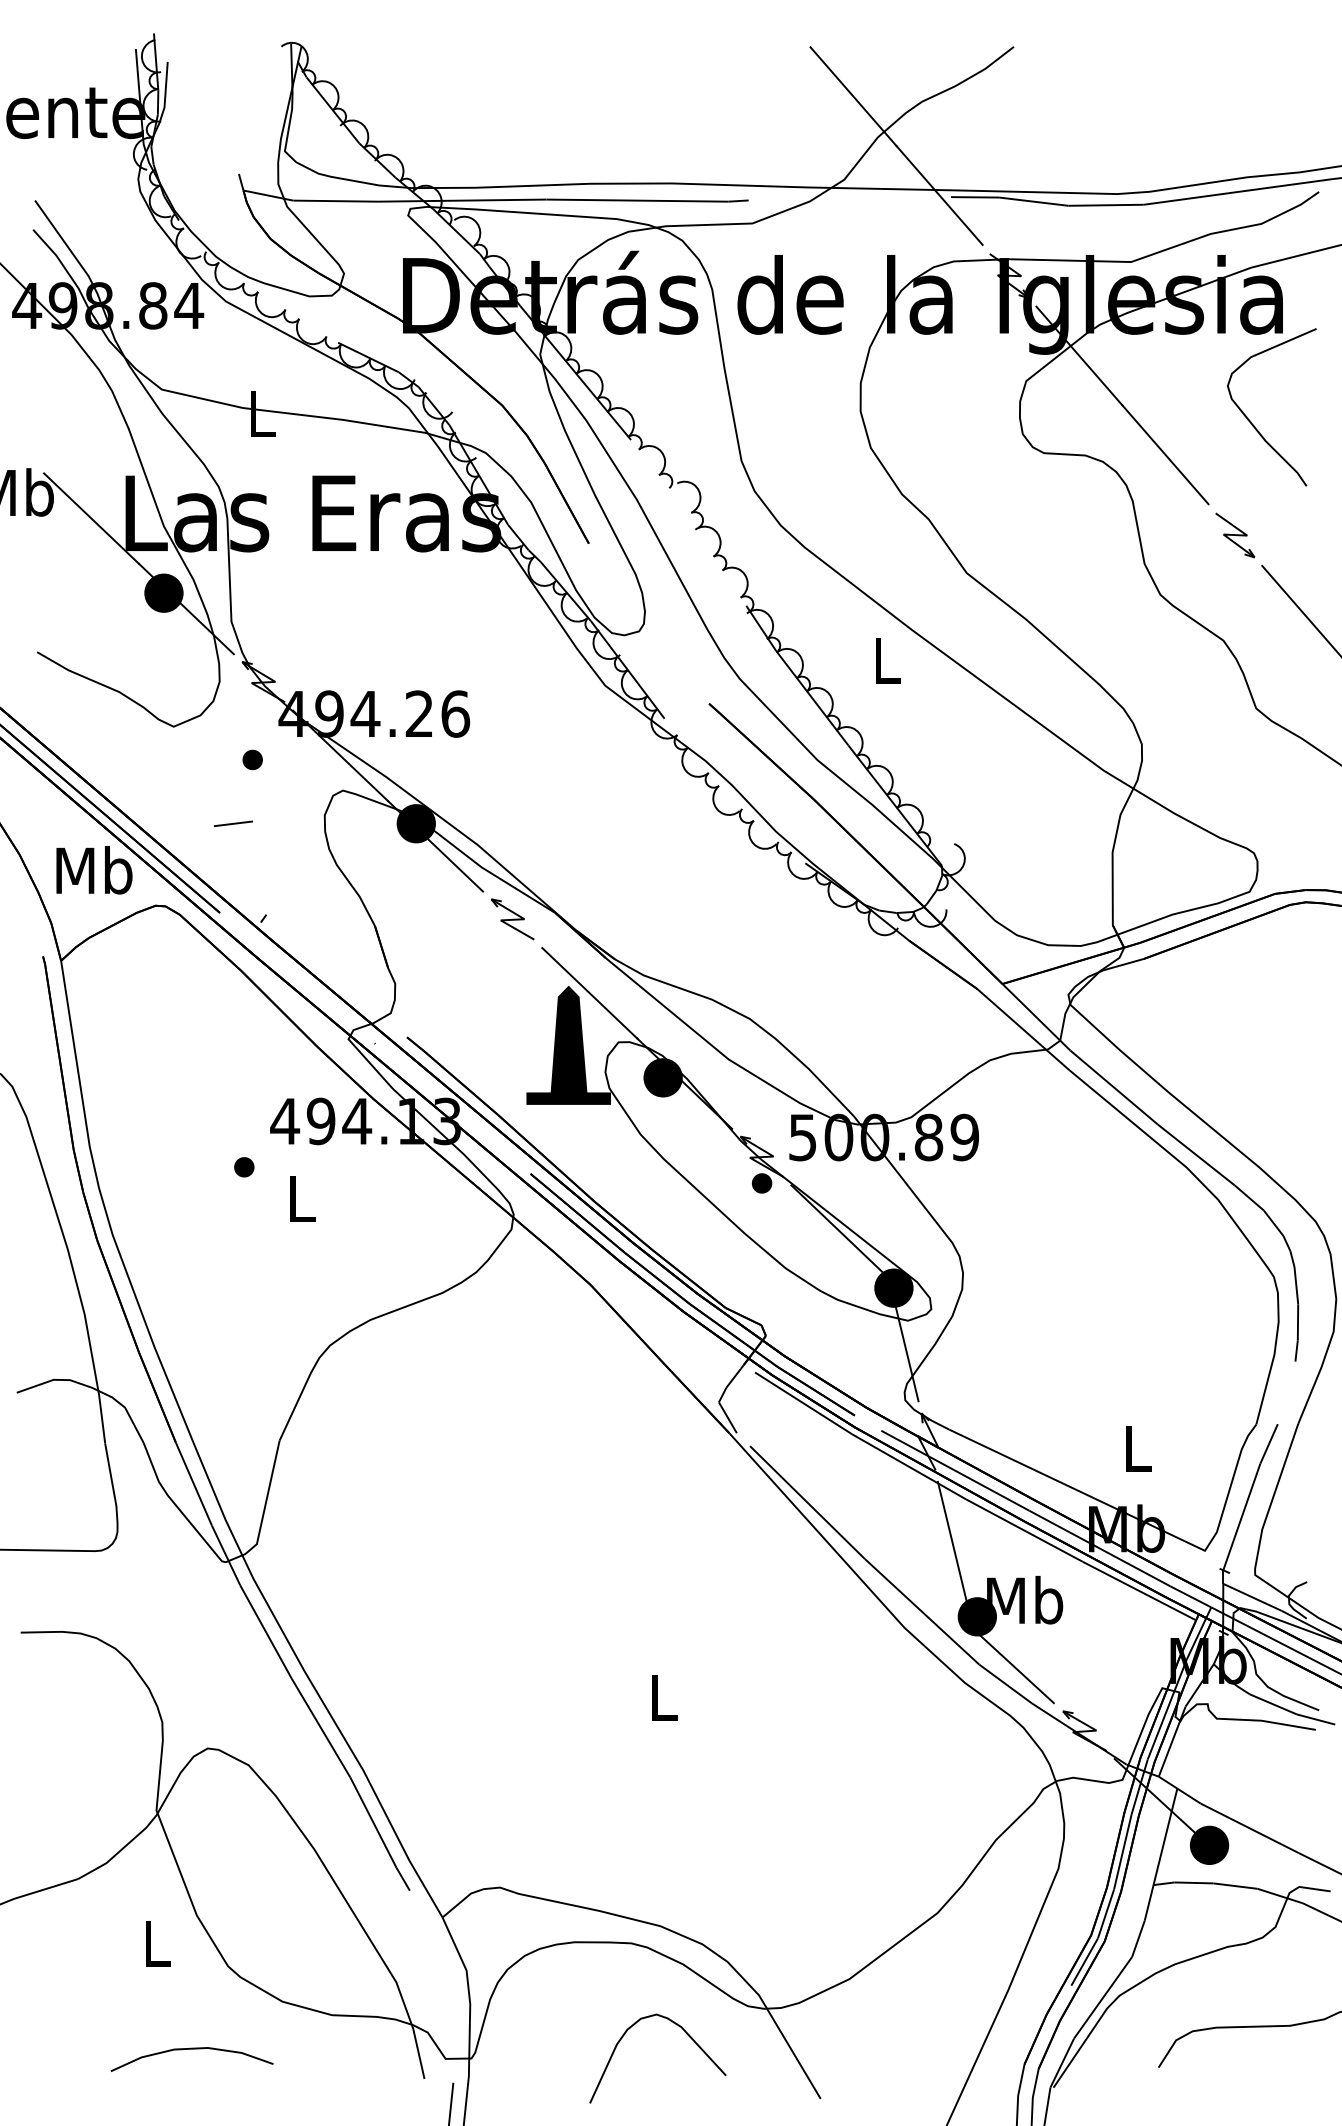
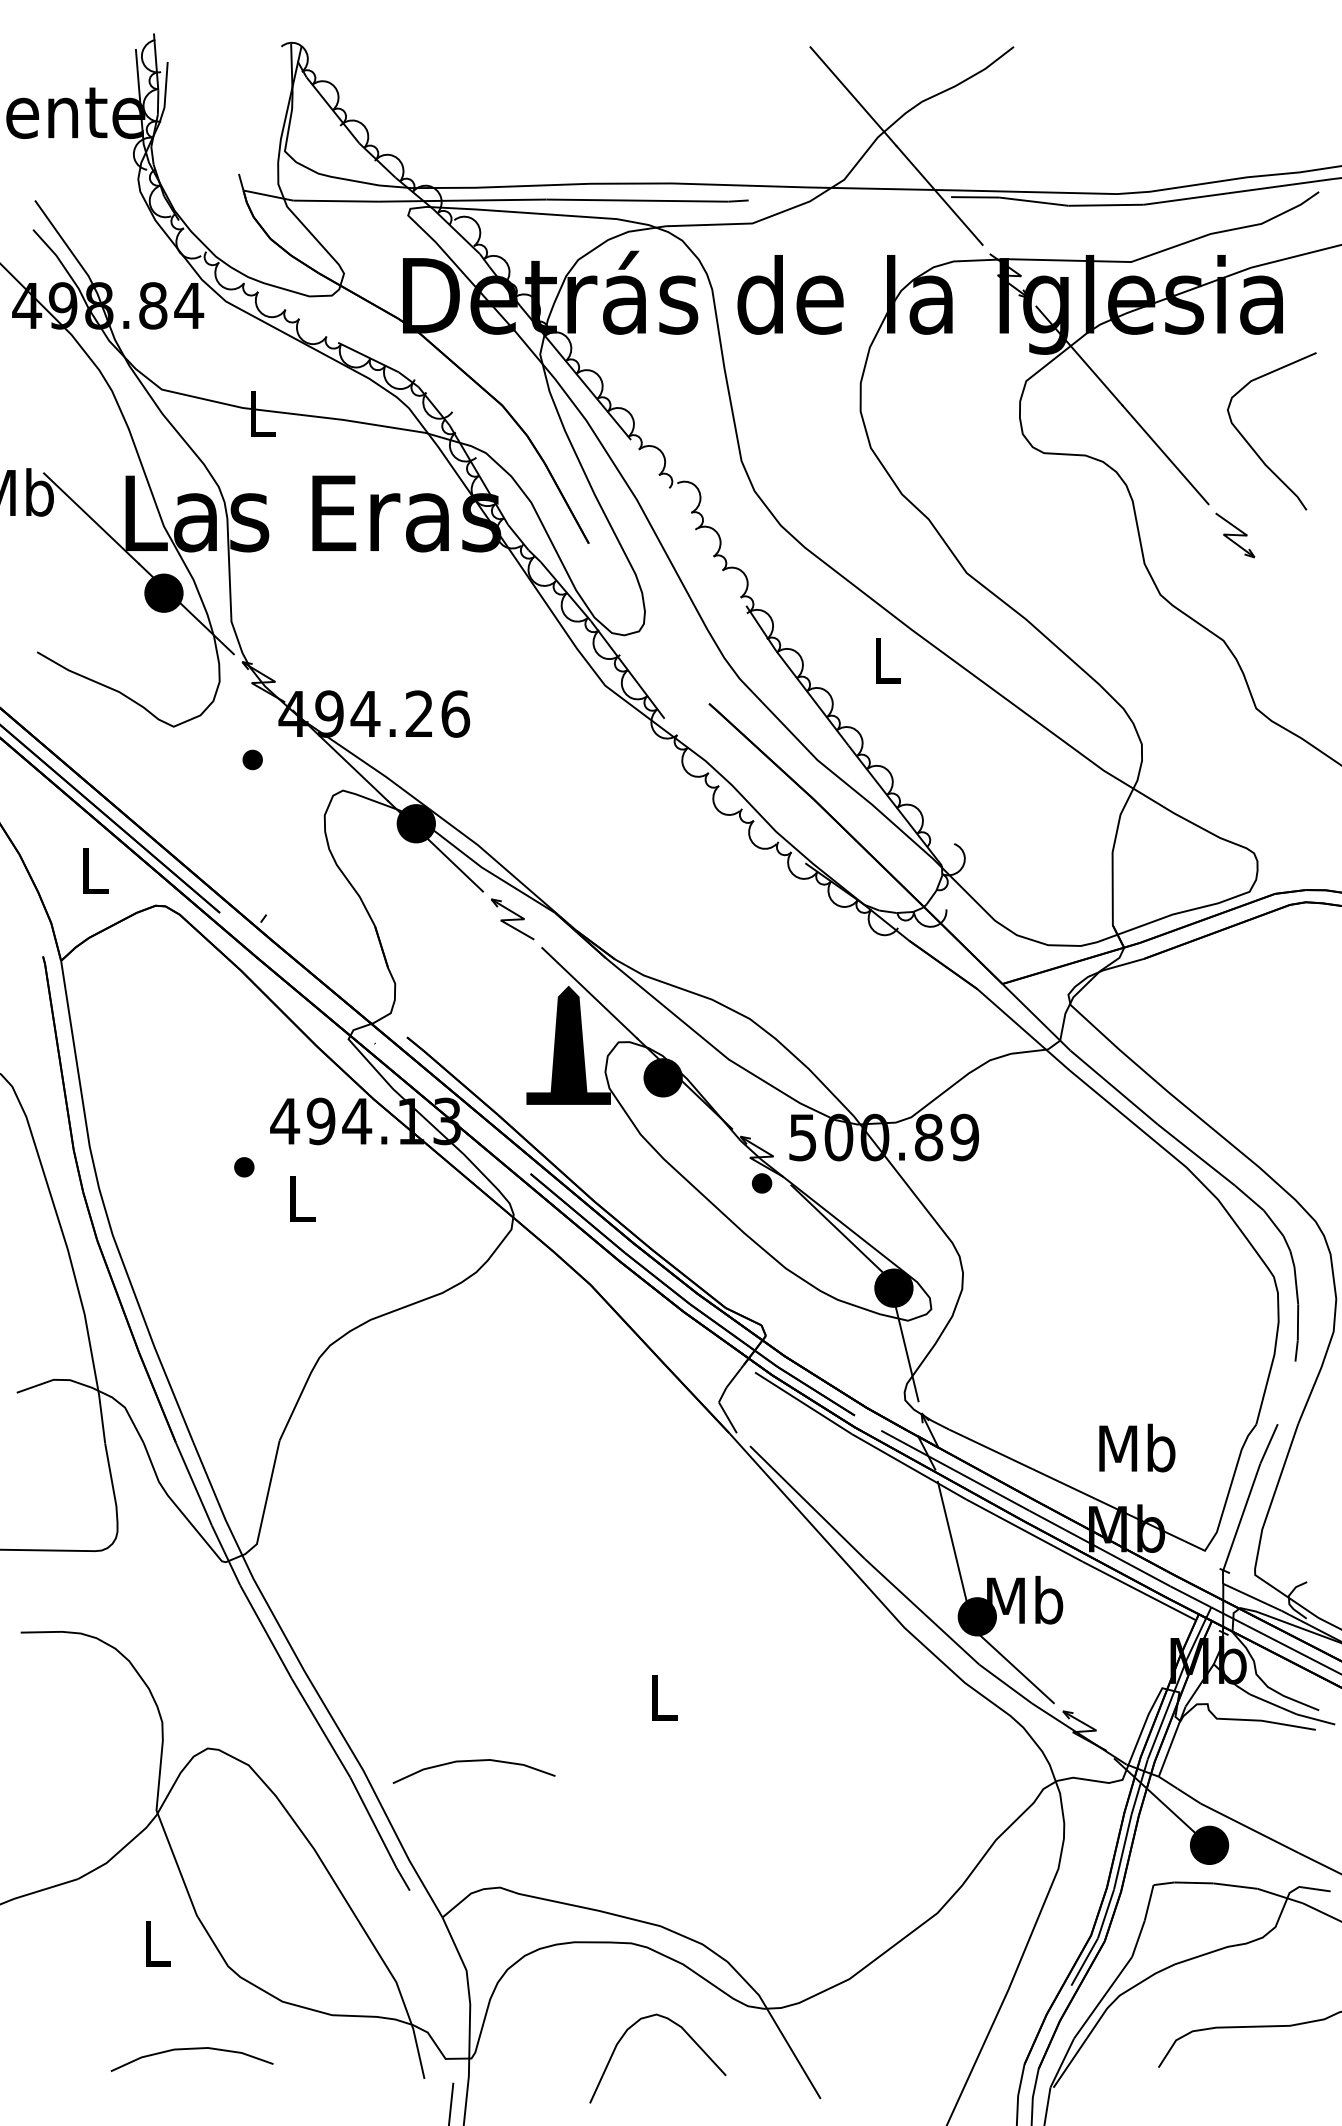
curve at (1251, 421) position: (1251, 421) -> (1251, 445)
line at (1300, 609): present -> none
line at (233, 823): present -> none
text at (94, 870): Mb -> L
text at (1137, 1447): L -> Mb
curve at (473, 1761): none -> present
line at (1165, 1836): present -> none
